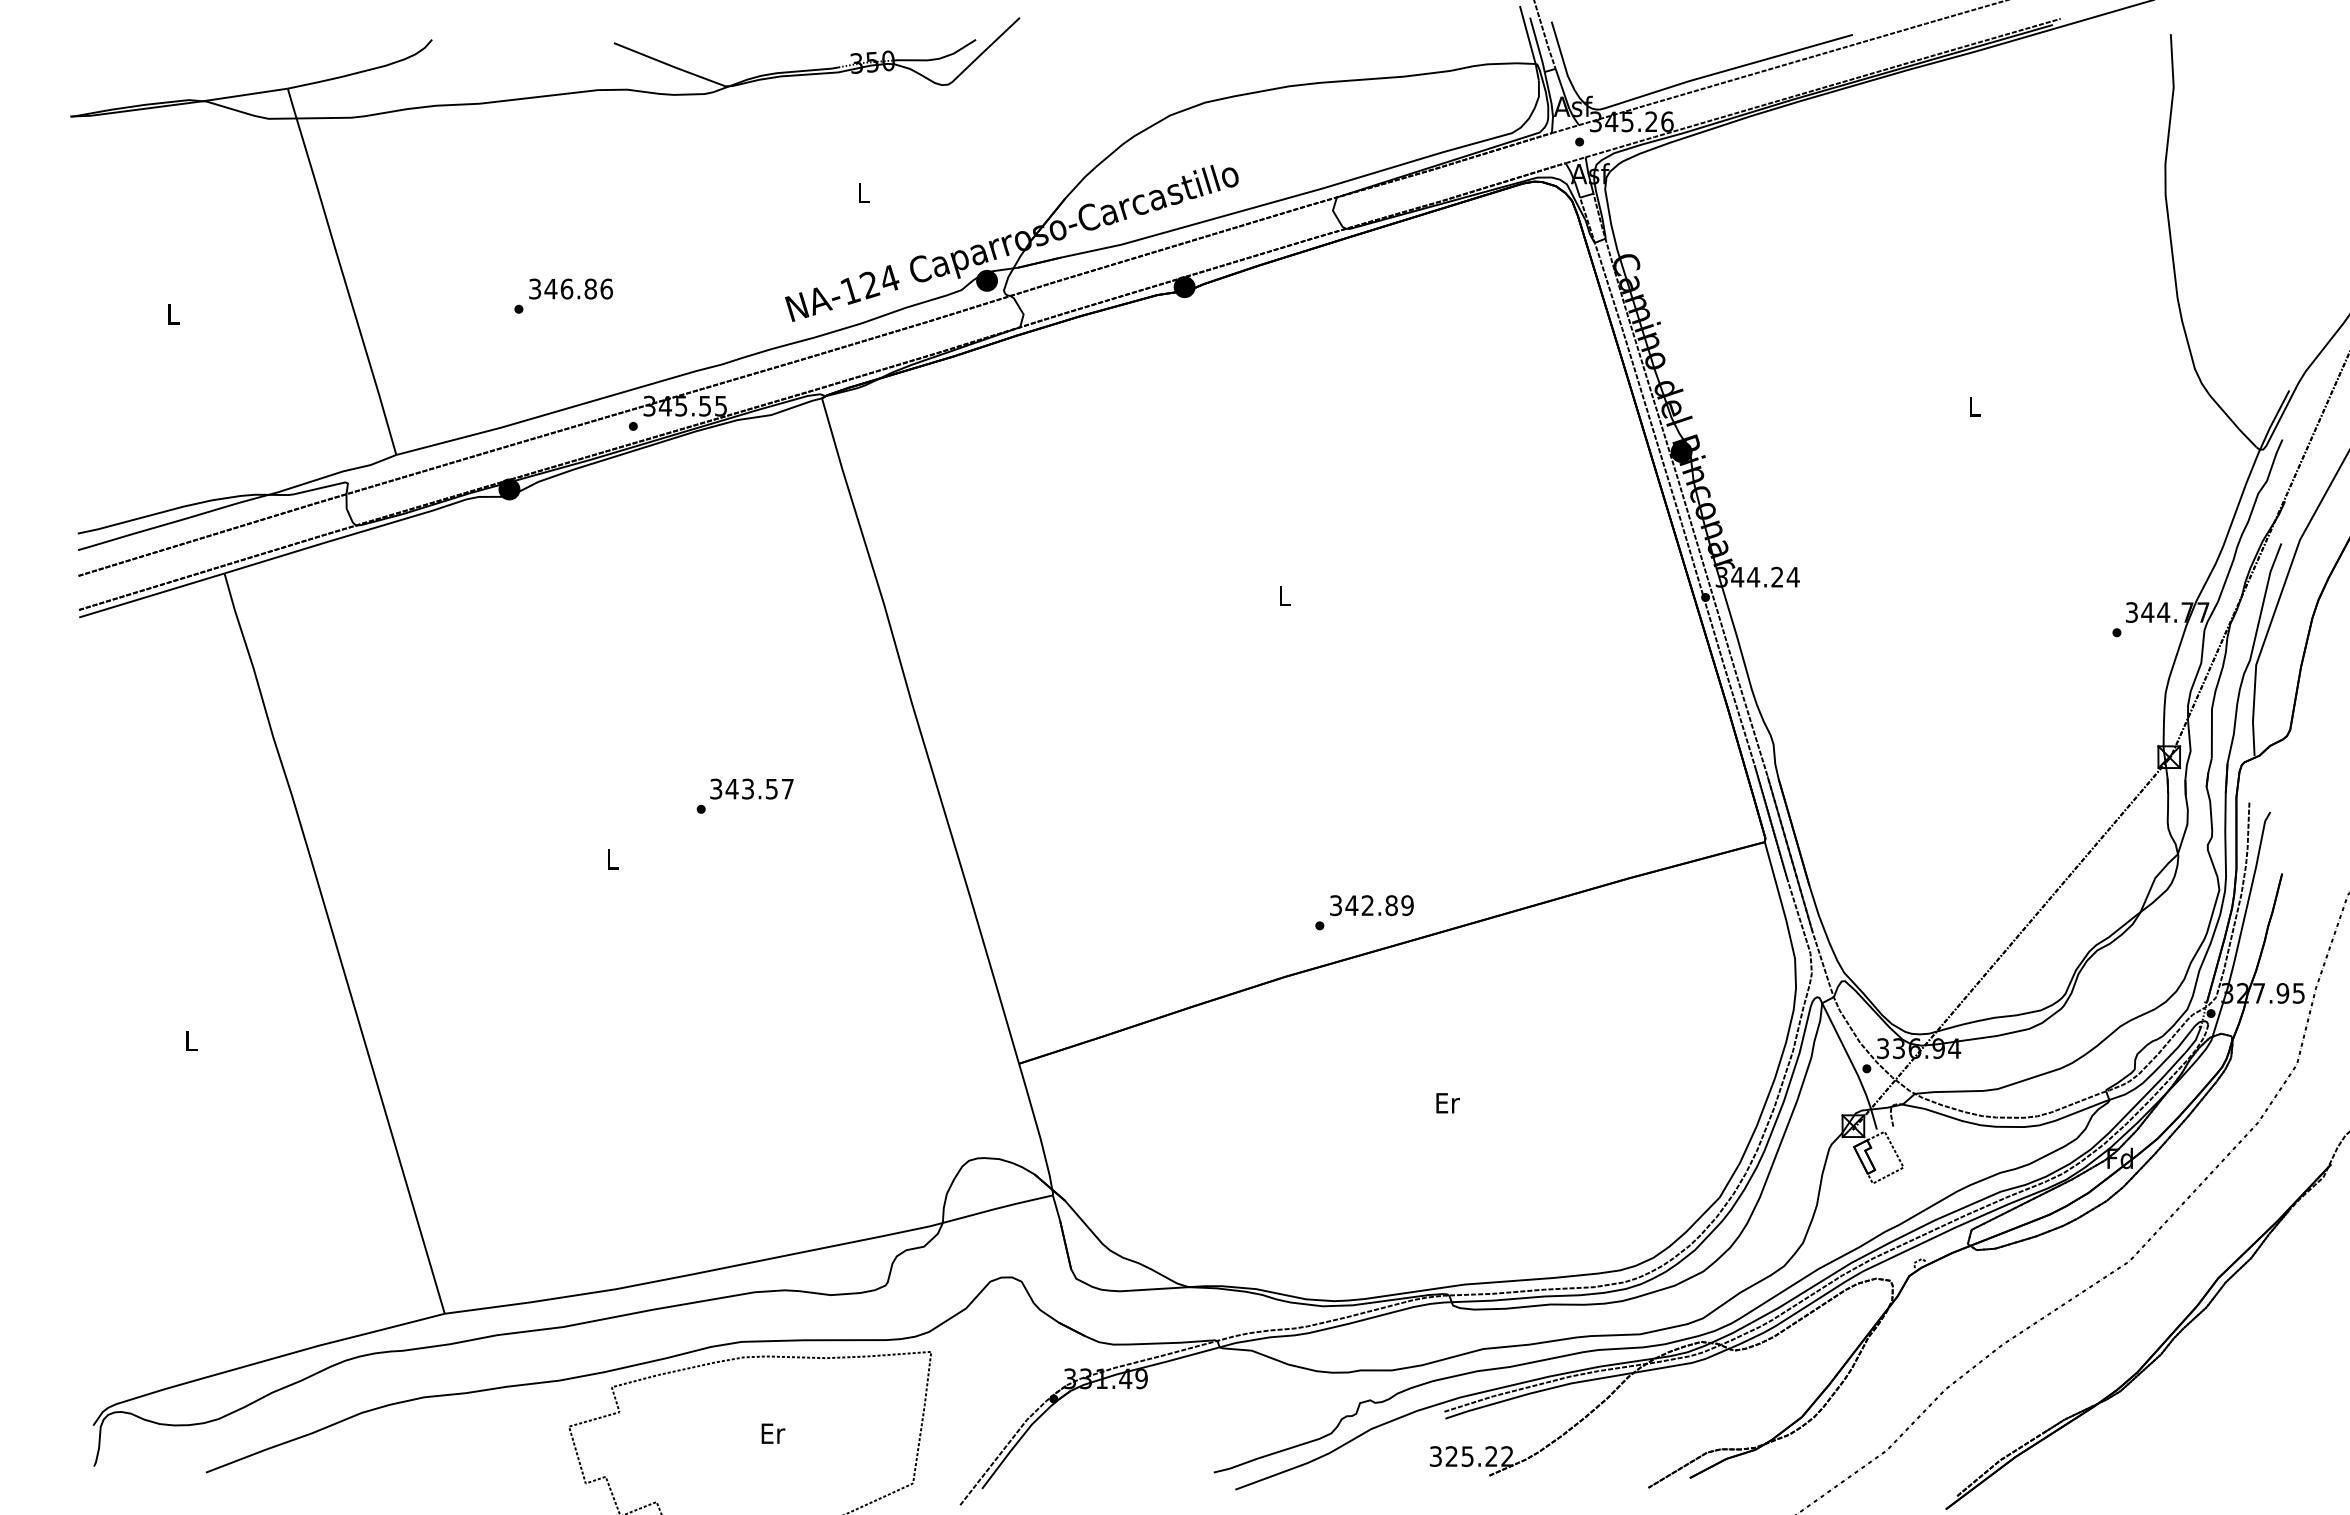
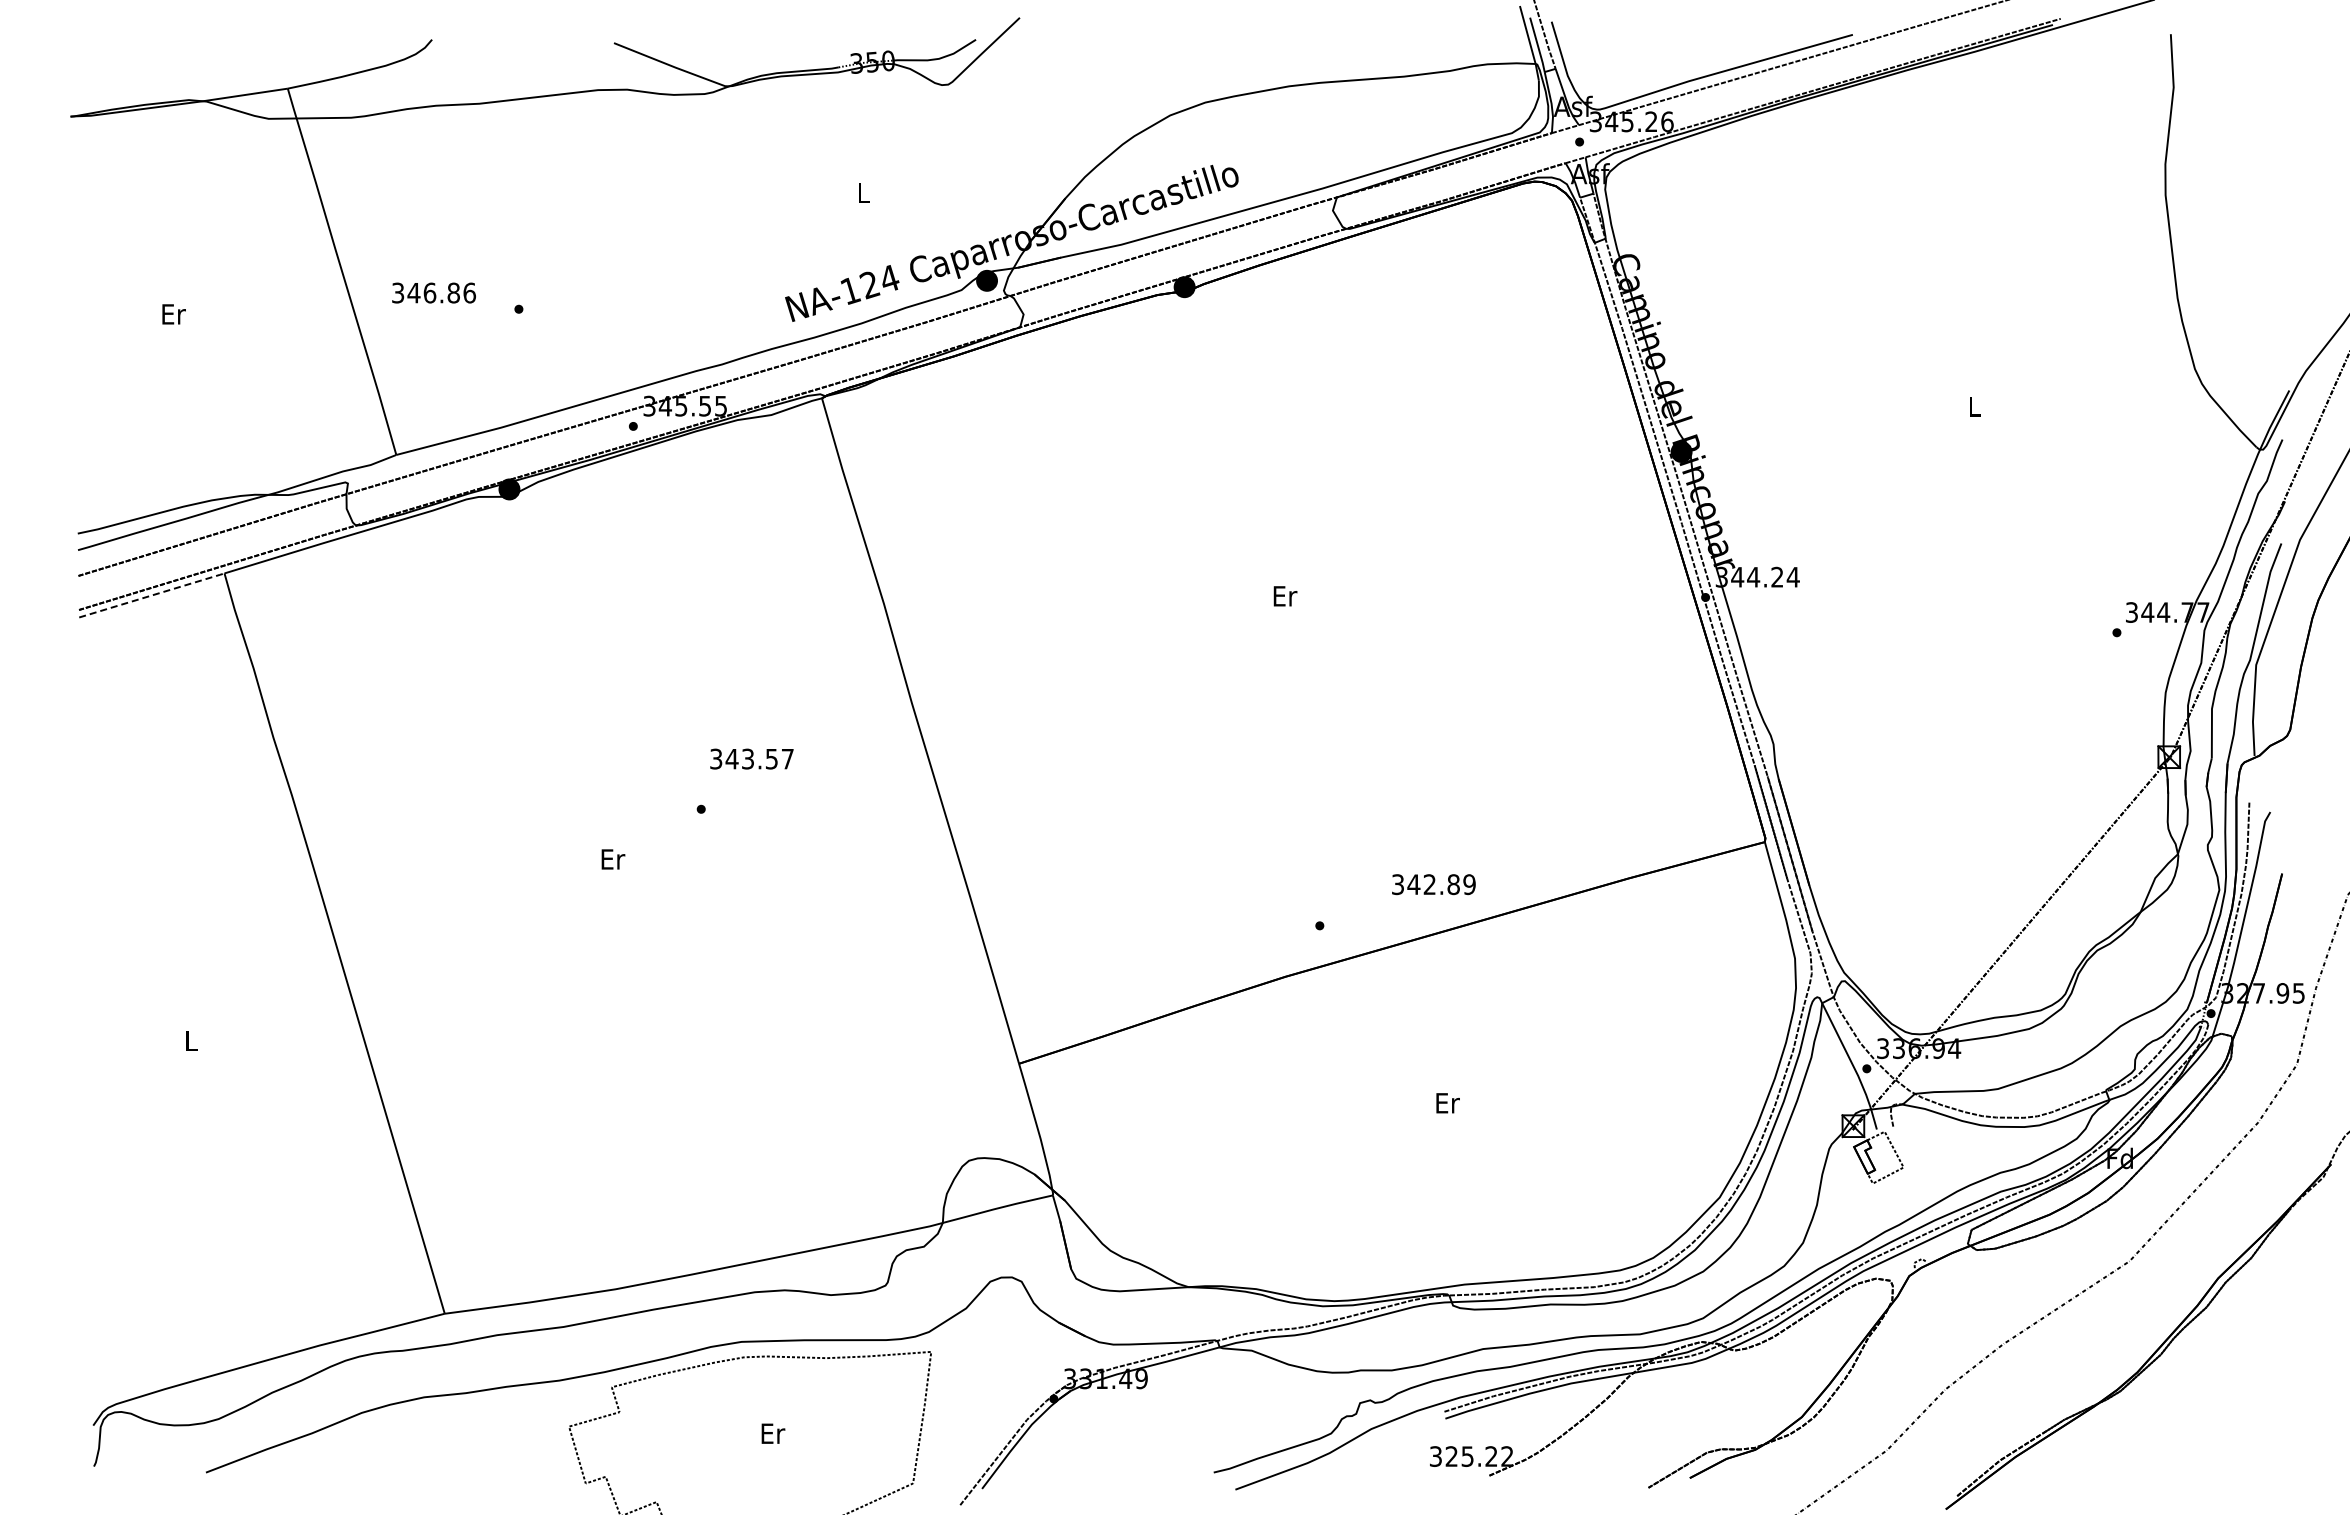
text at (570, 288) position: (570, 288) -> (433, 292)
text at (173, 314): L -> Er
line at (152, 595): solid -> dashed
text at (1285, 596): L -> Er
text at (751, 788) position: (751, 788) -> (751, 758)
text at (613, 859): L -> Er
text at (1371, 905) position: (1371, 905) -> (1433, 884)
